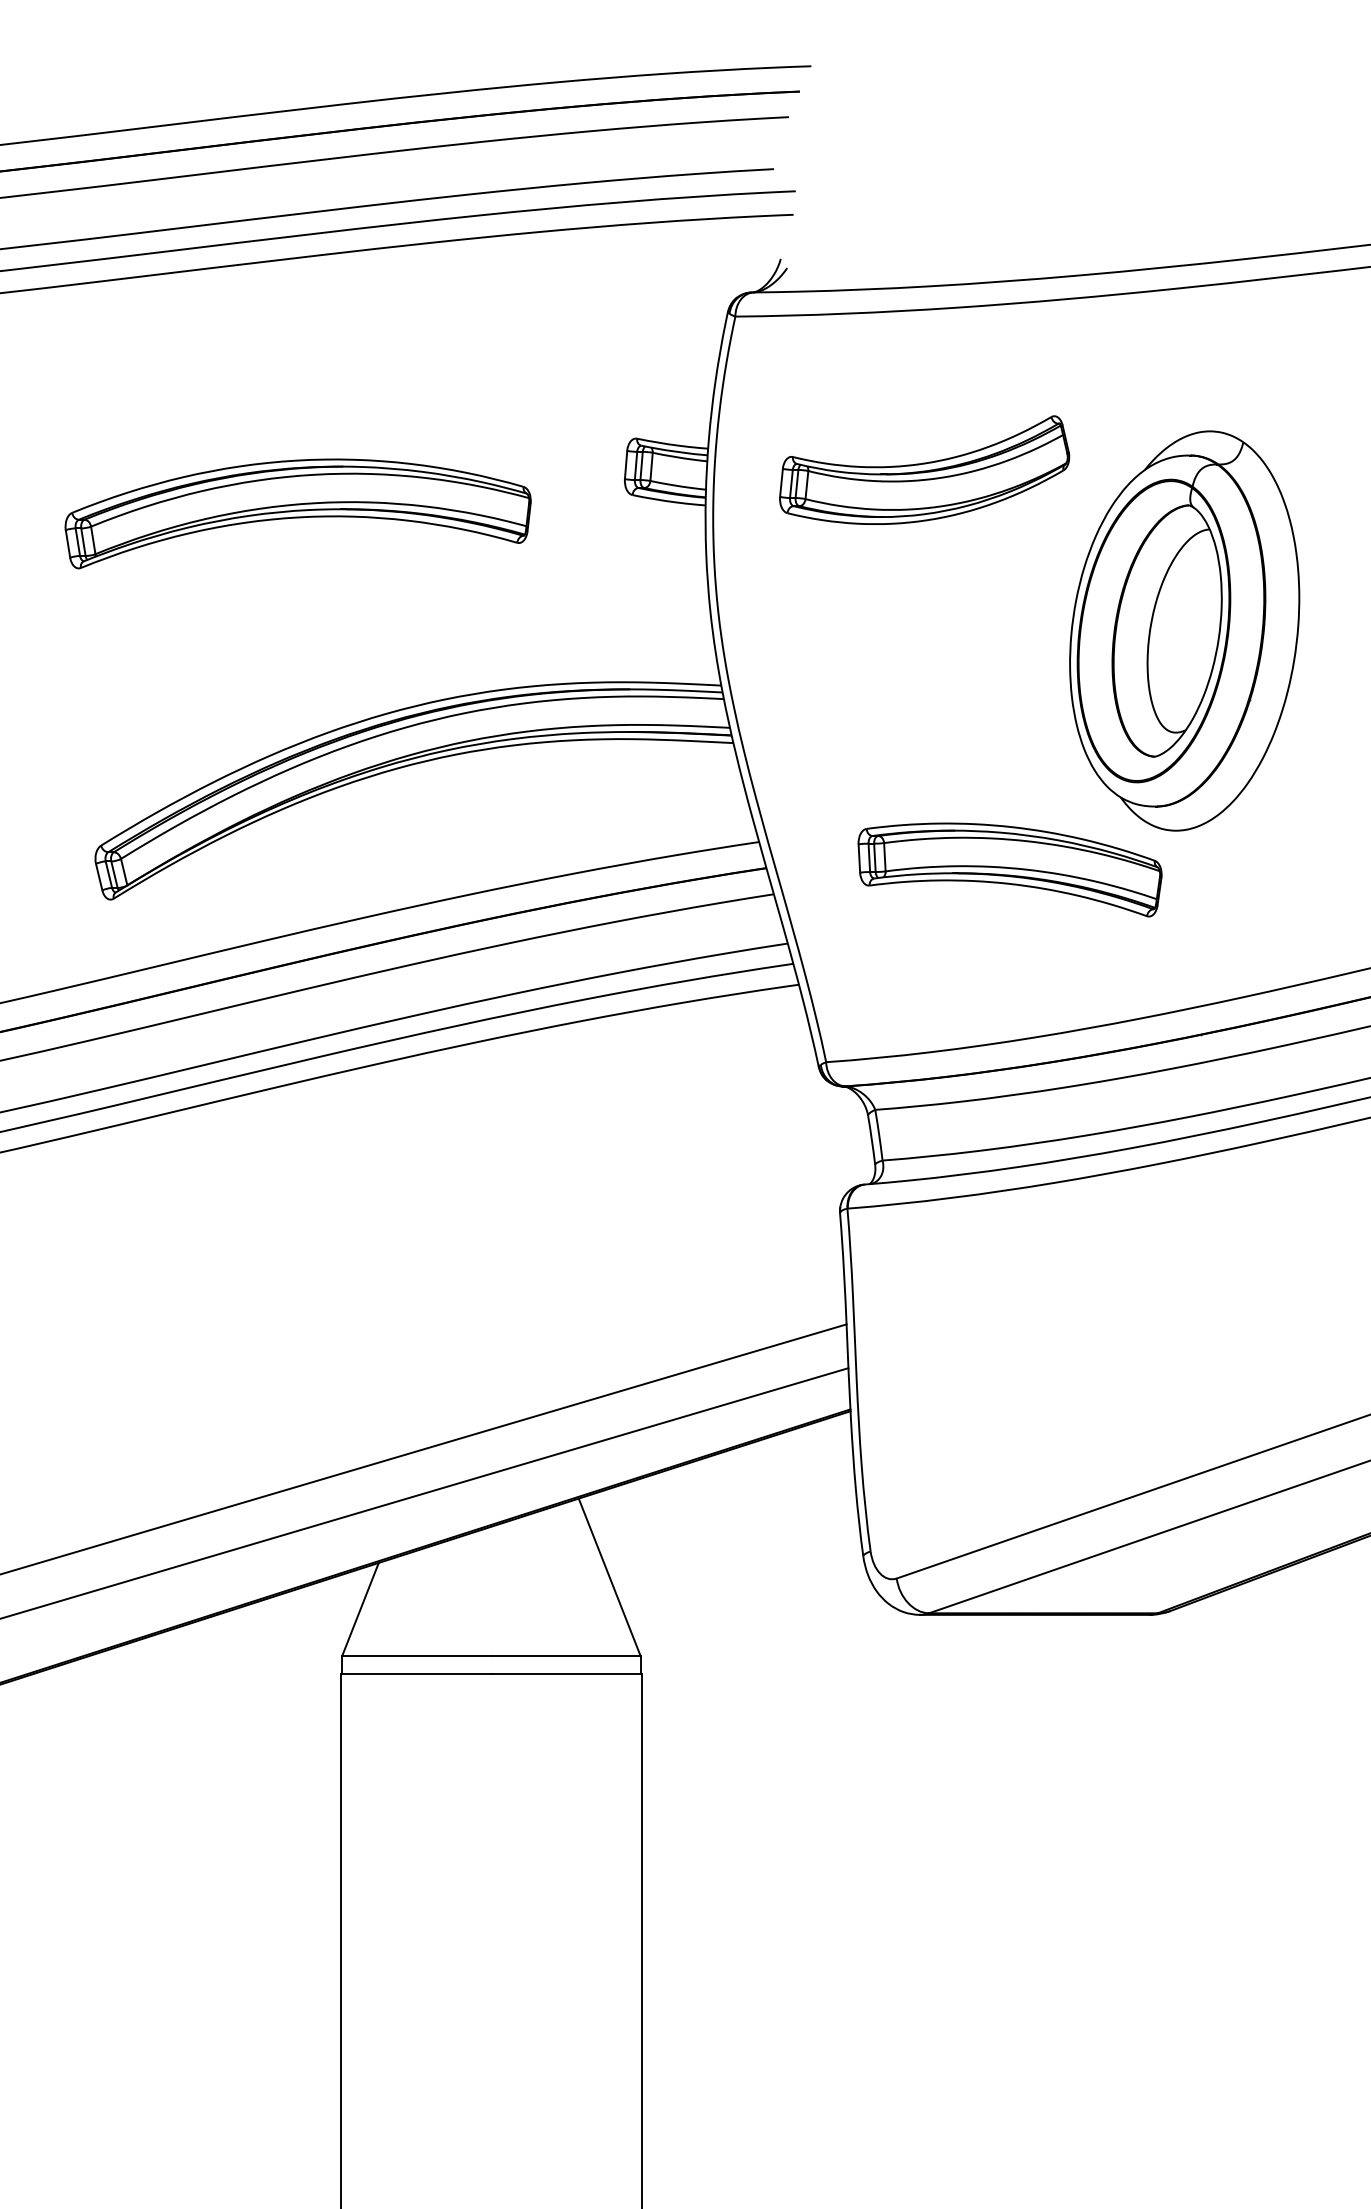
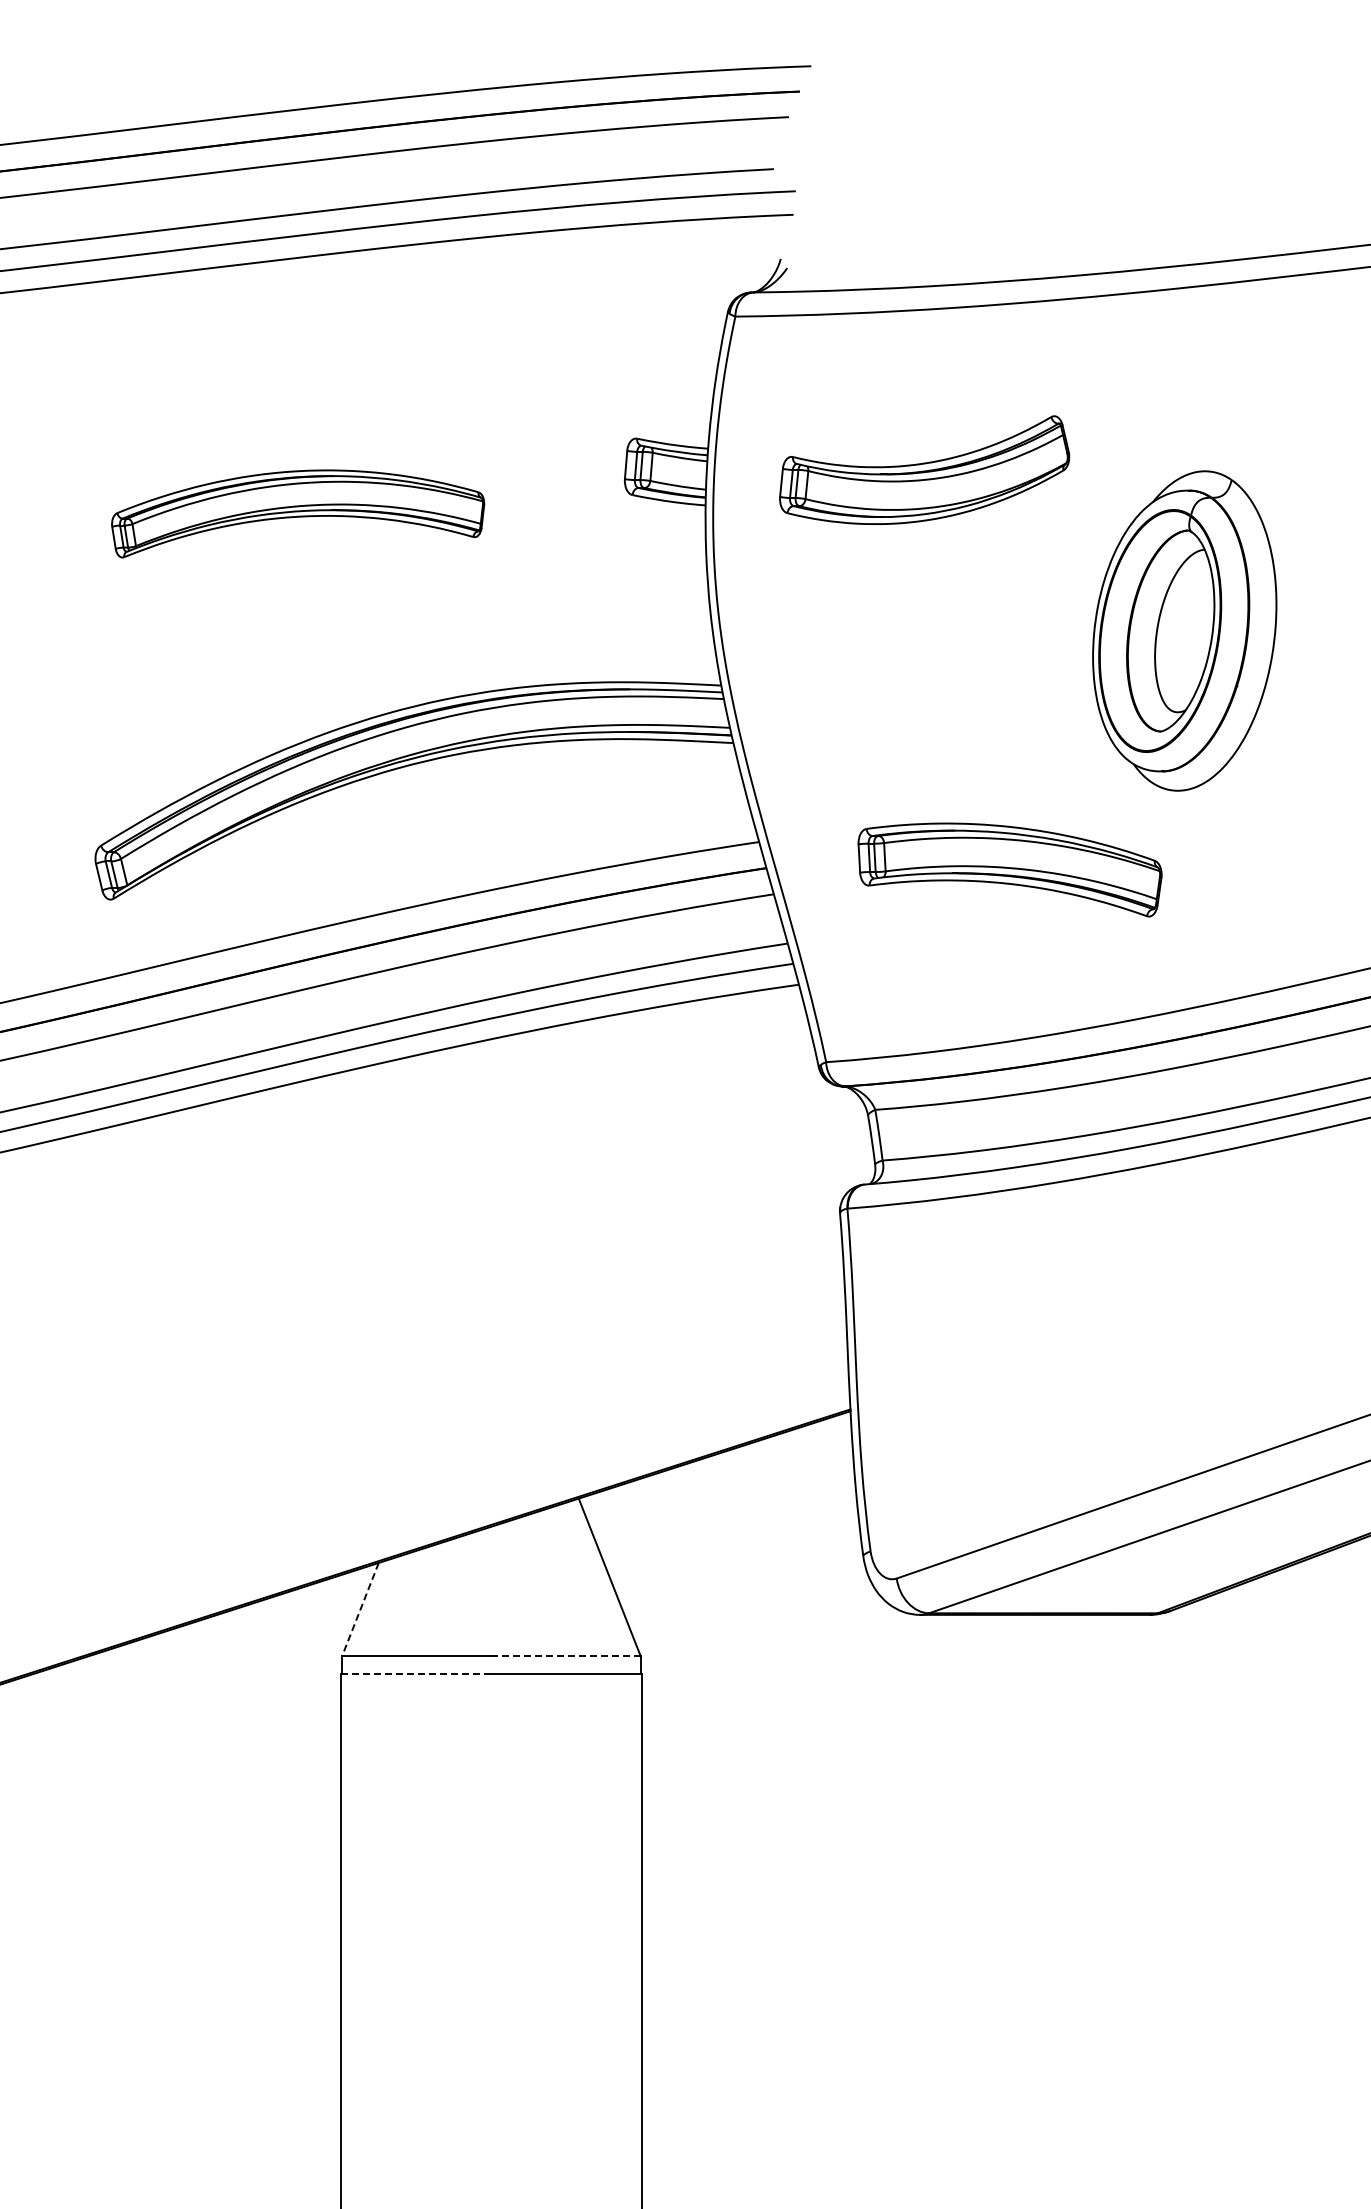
part at (297, 513) size: 468x112 px -> 375x90 px
part at (1184, 630) size: 232x402 px -> 186x322 px
line at (424, 1448): present -> none
line at (425, 1493): present -> none
line at (360, 1610): solid -> dashed
line at (566, 1656): solid -> dashed
line at (415, 1674): solid -> dashed
